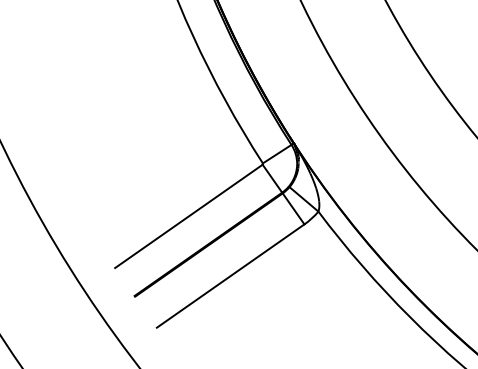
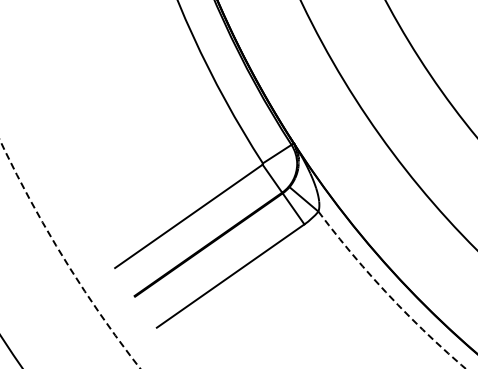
arc at (63, 257): solid -> dashed
arc at (387, 294): solid -> dashed
